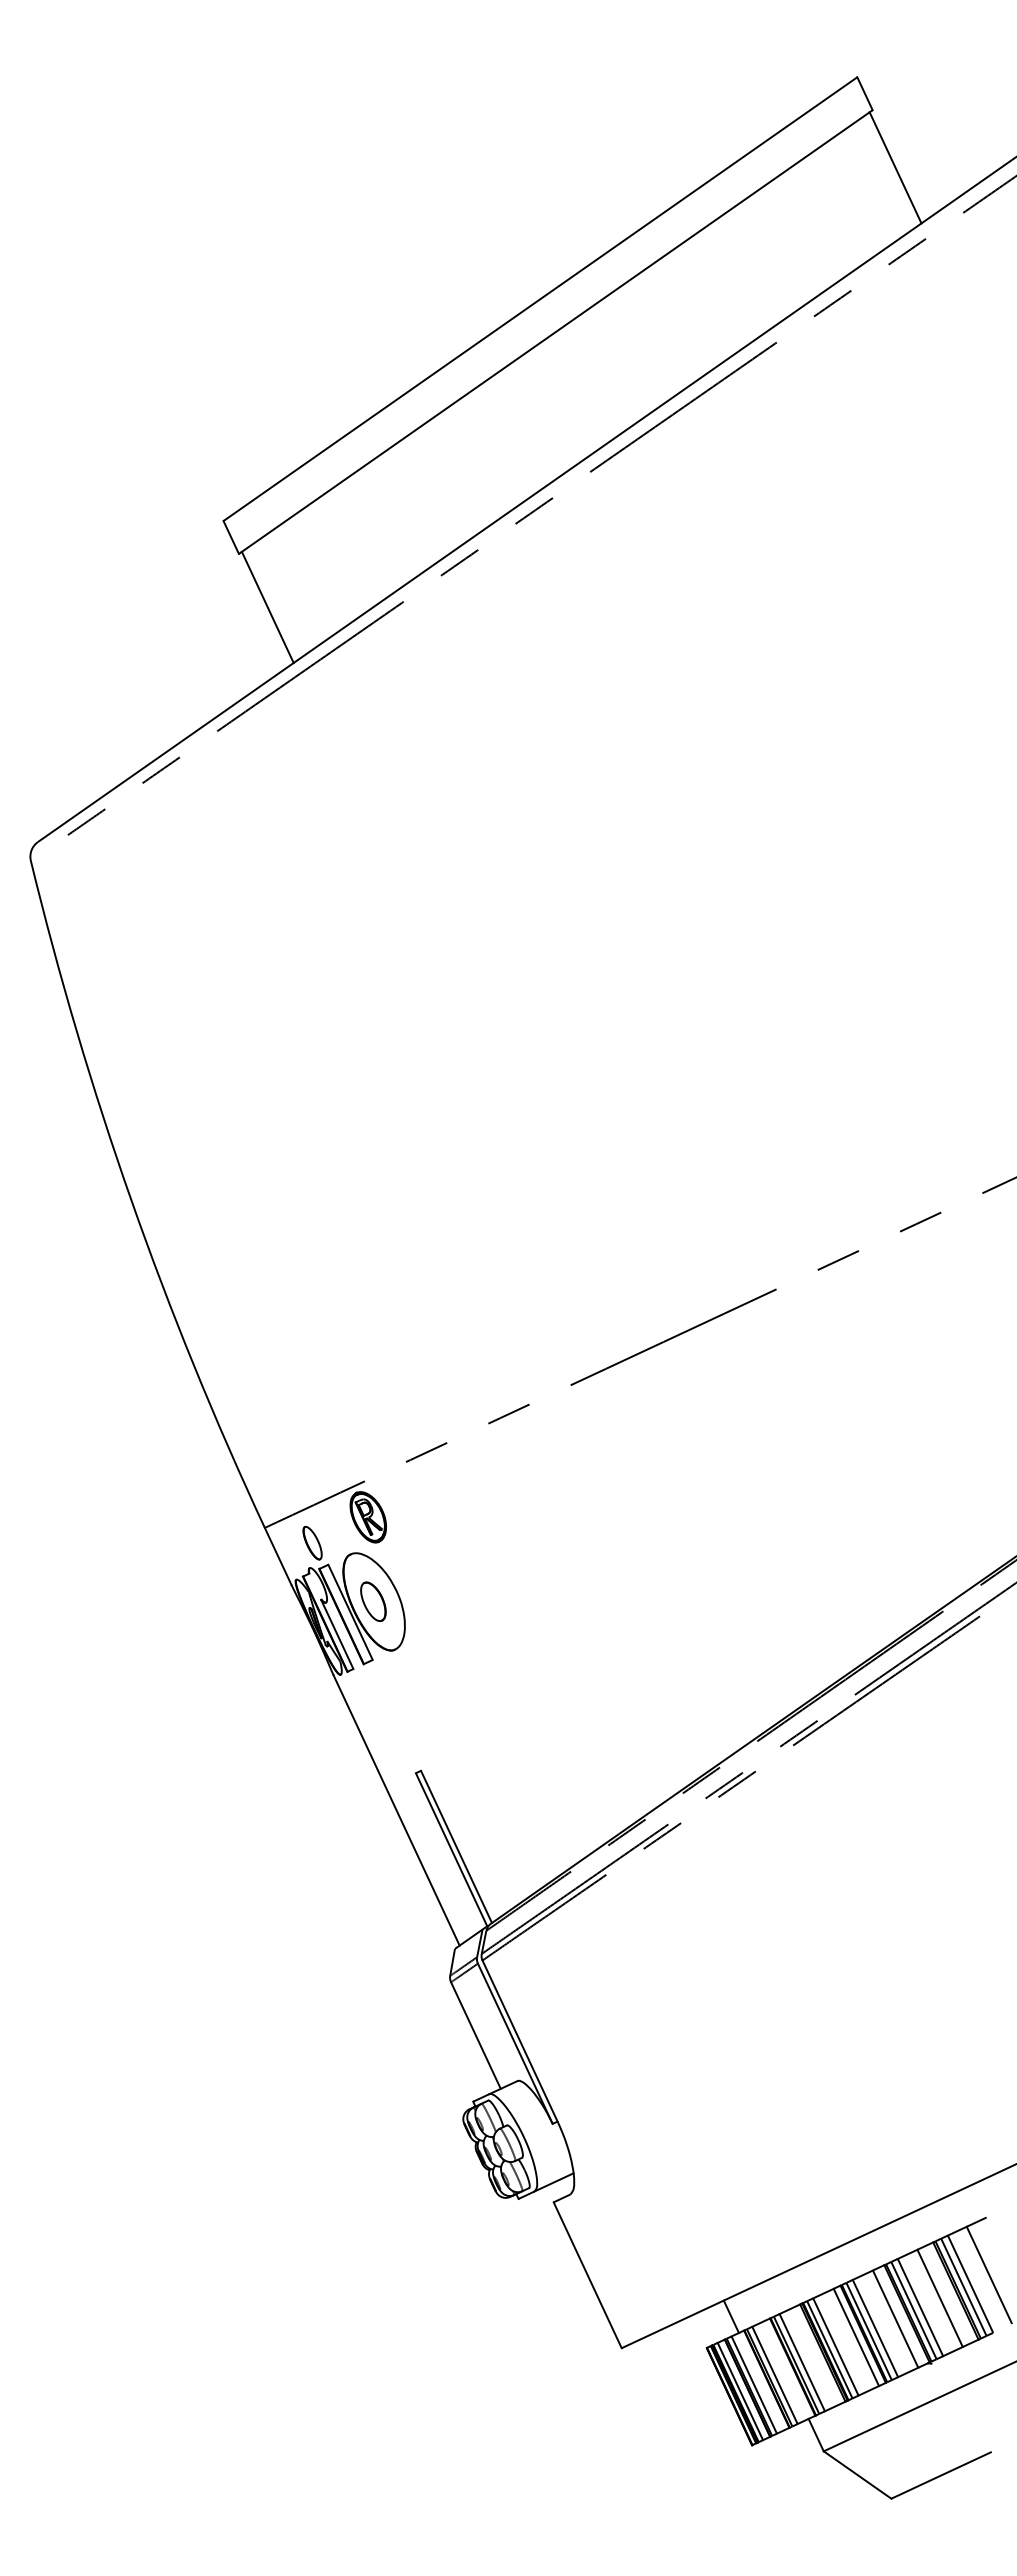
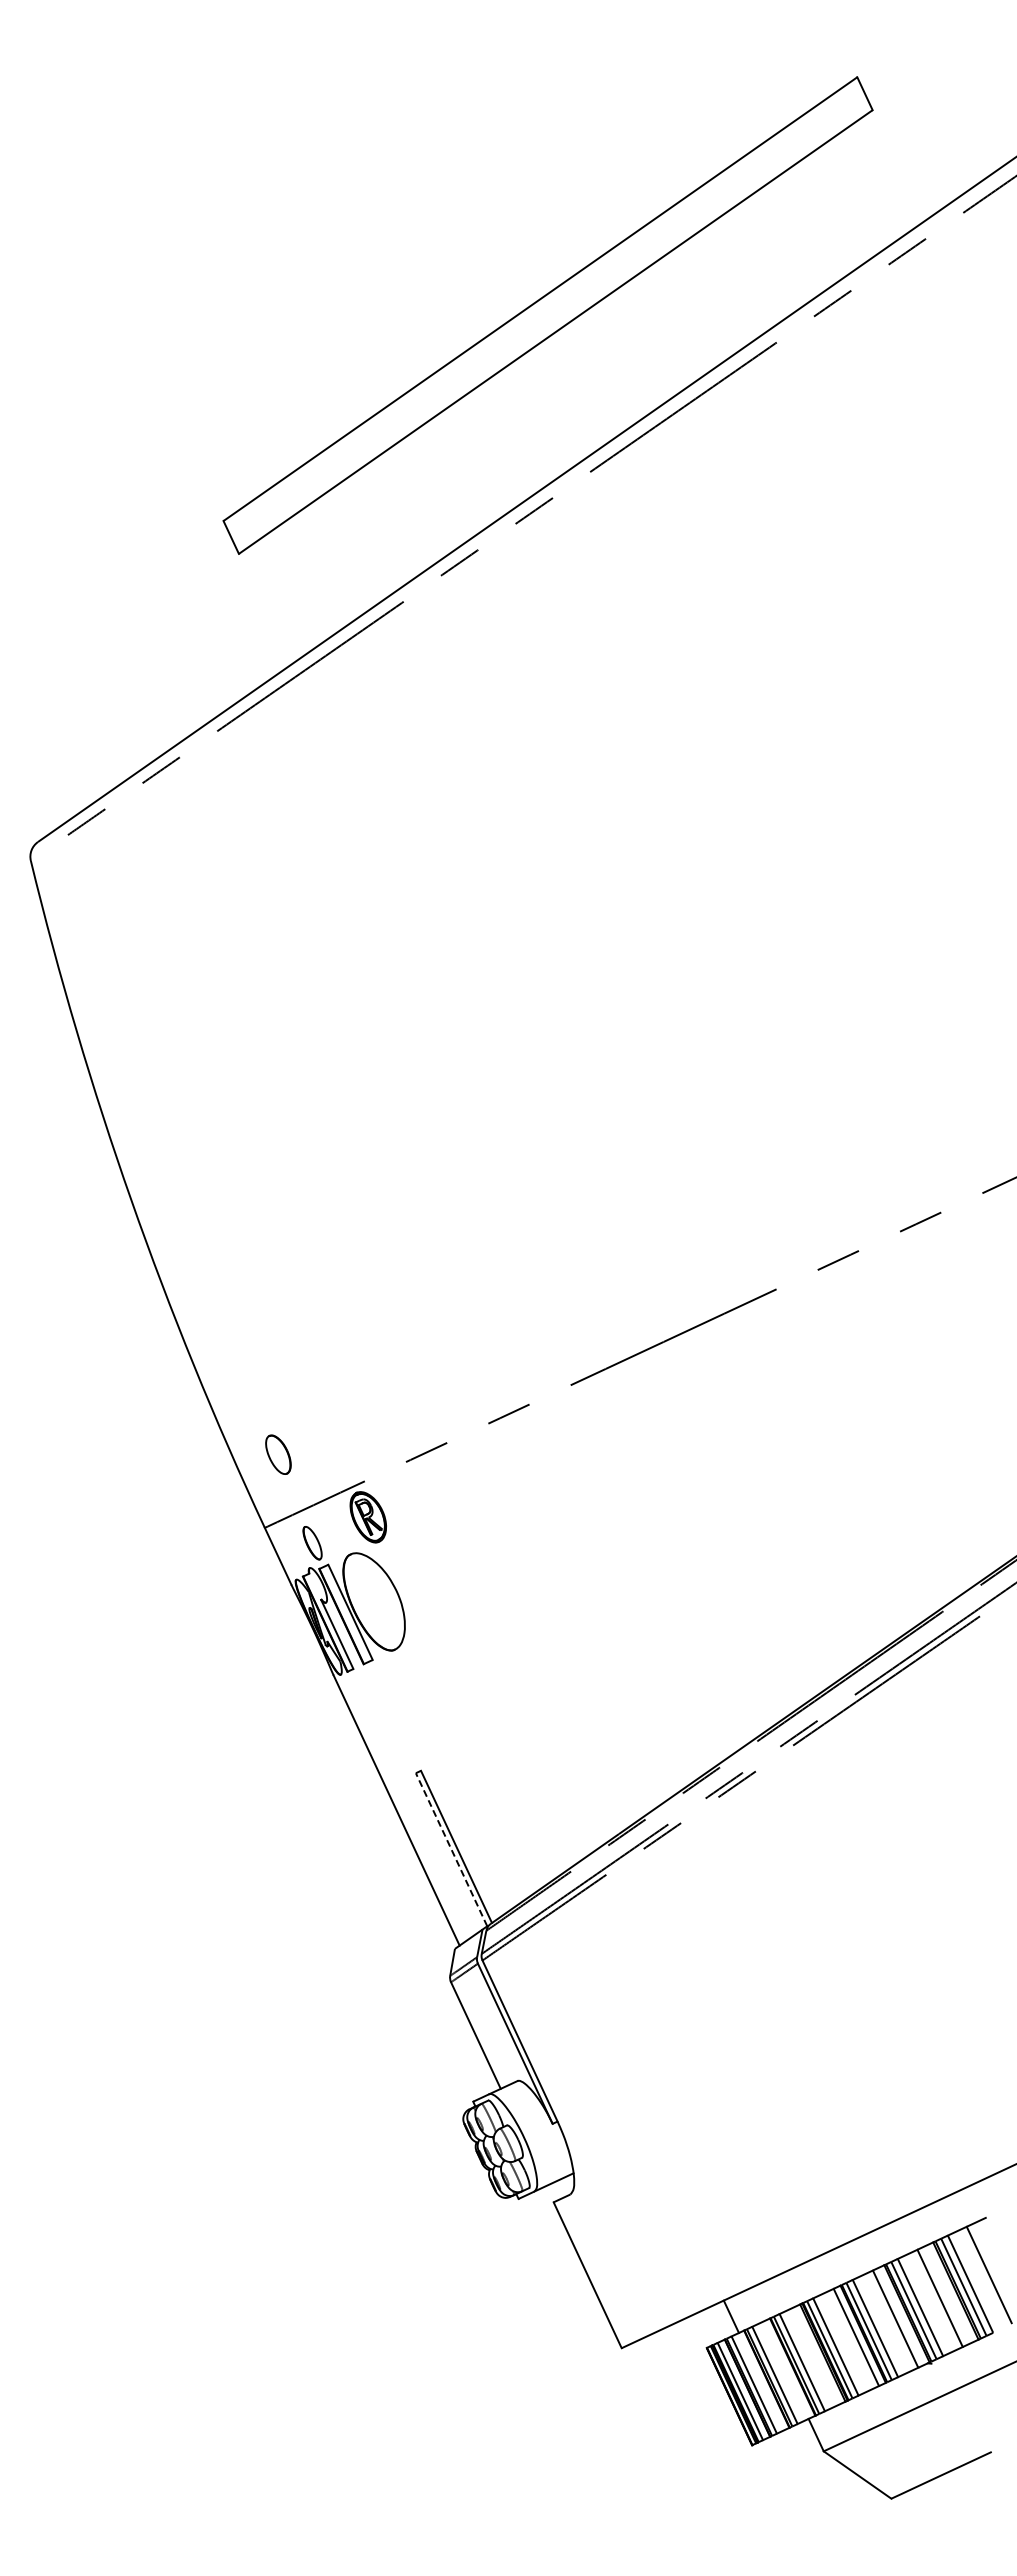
line at (895, 167): present -> none
line at (267, 606): present -> none
part at (373, 1601) position: (373, 1601) -> (278, 1454)
line at (451, 1849): solid -> dashed
